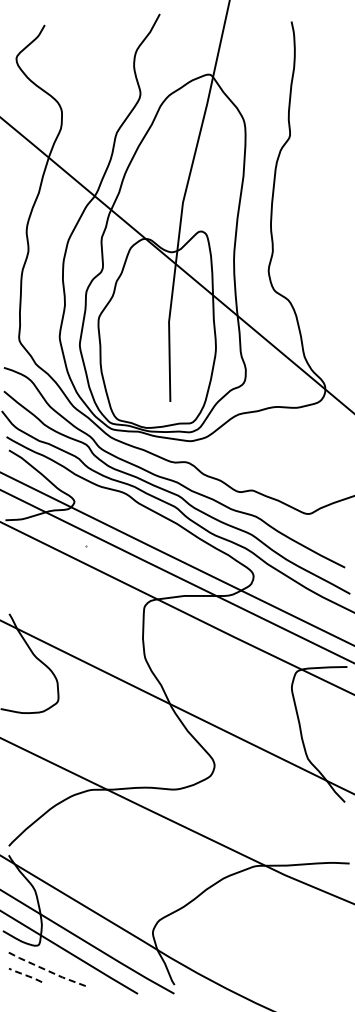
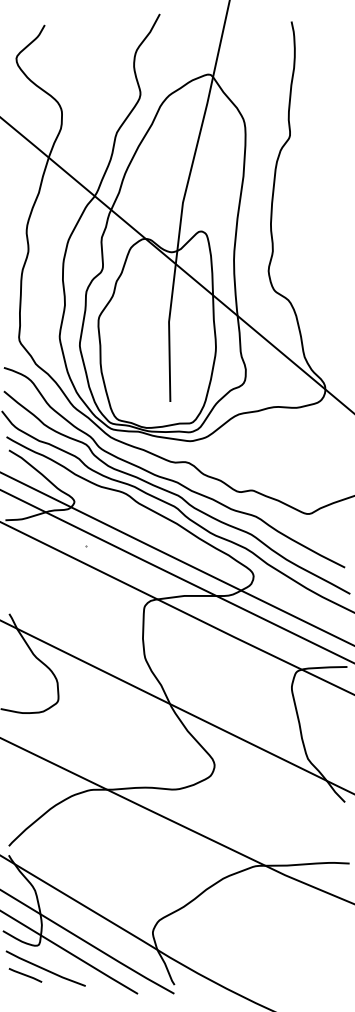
line at (44, 969): dashed -> solid
line at (25, 975): dashed -> solid
